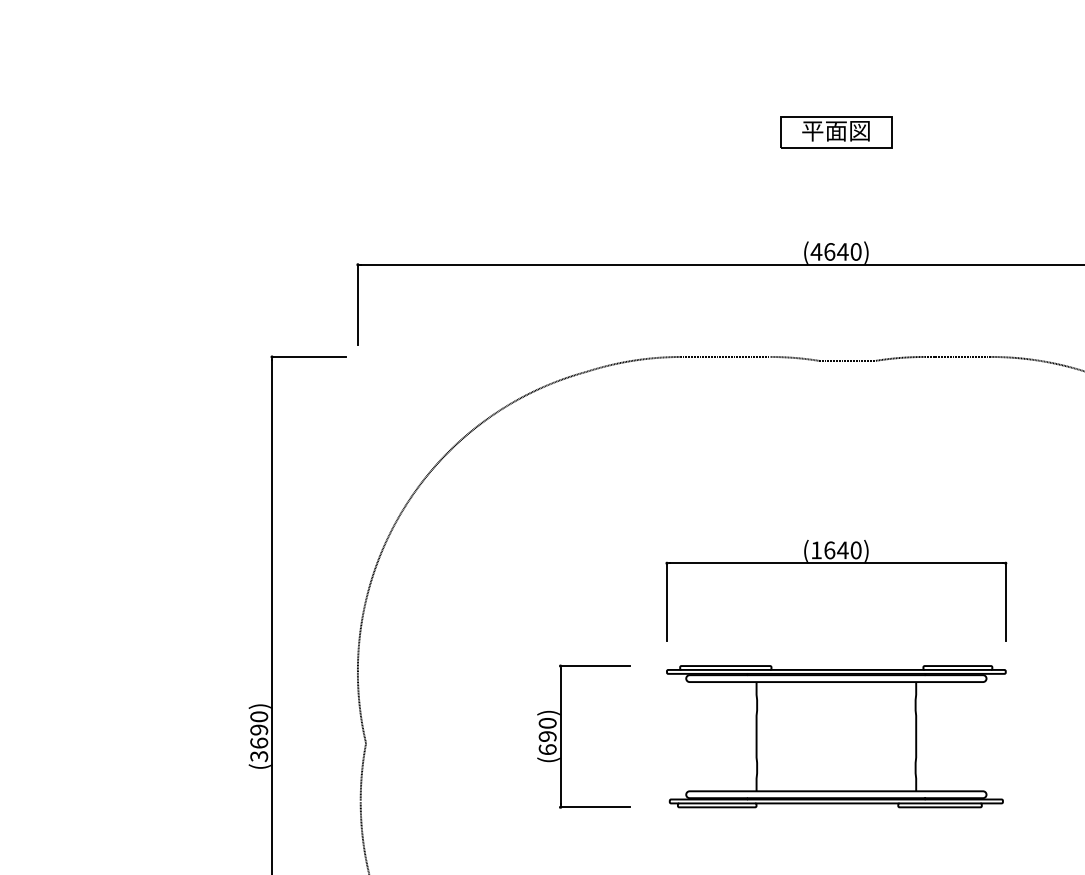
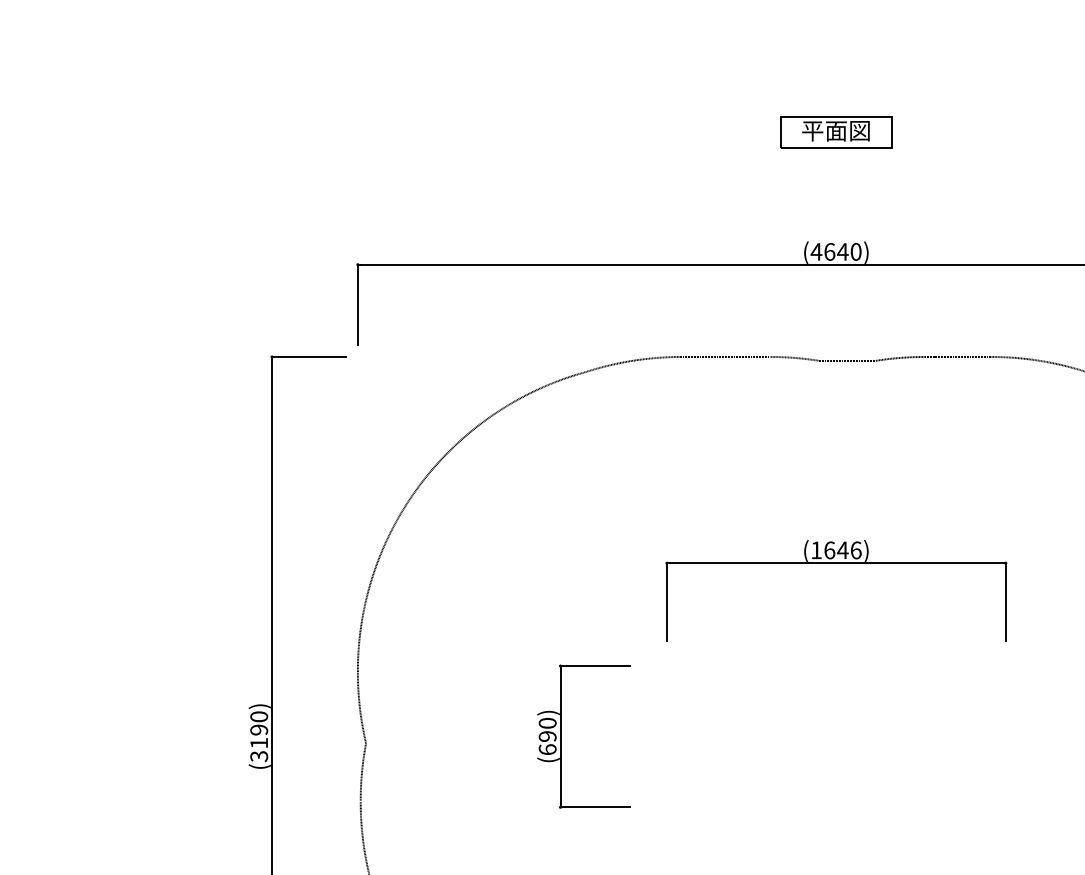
text at (855, 550): (1640) -> (1646)
part at (836, 736): present -> none
text at (259, 742): (3690) -> (3190)
